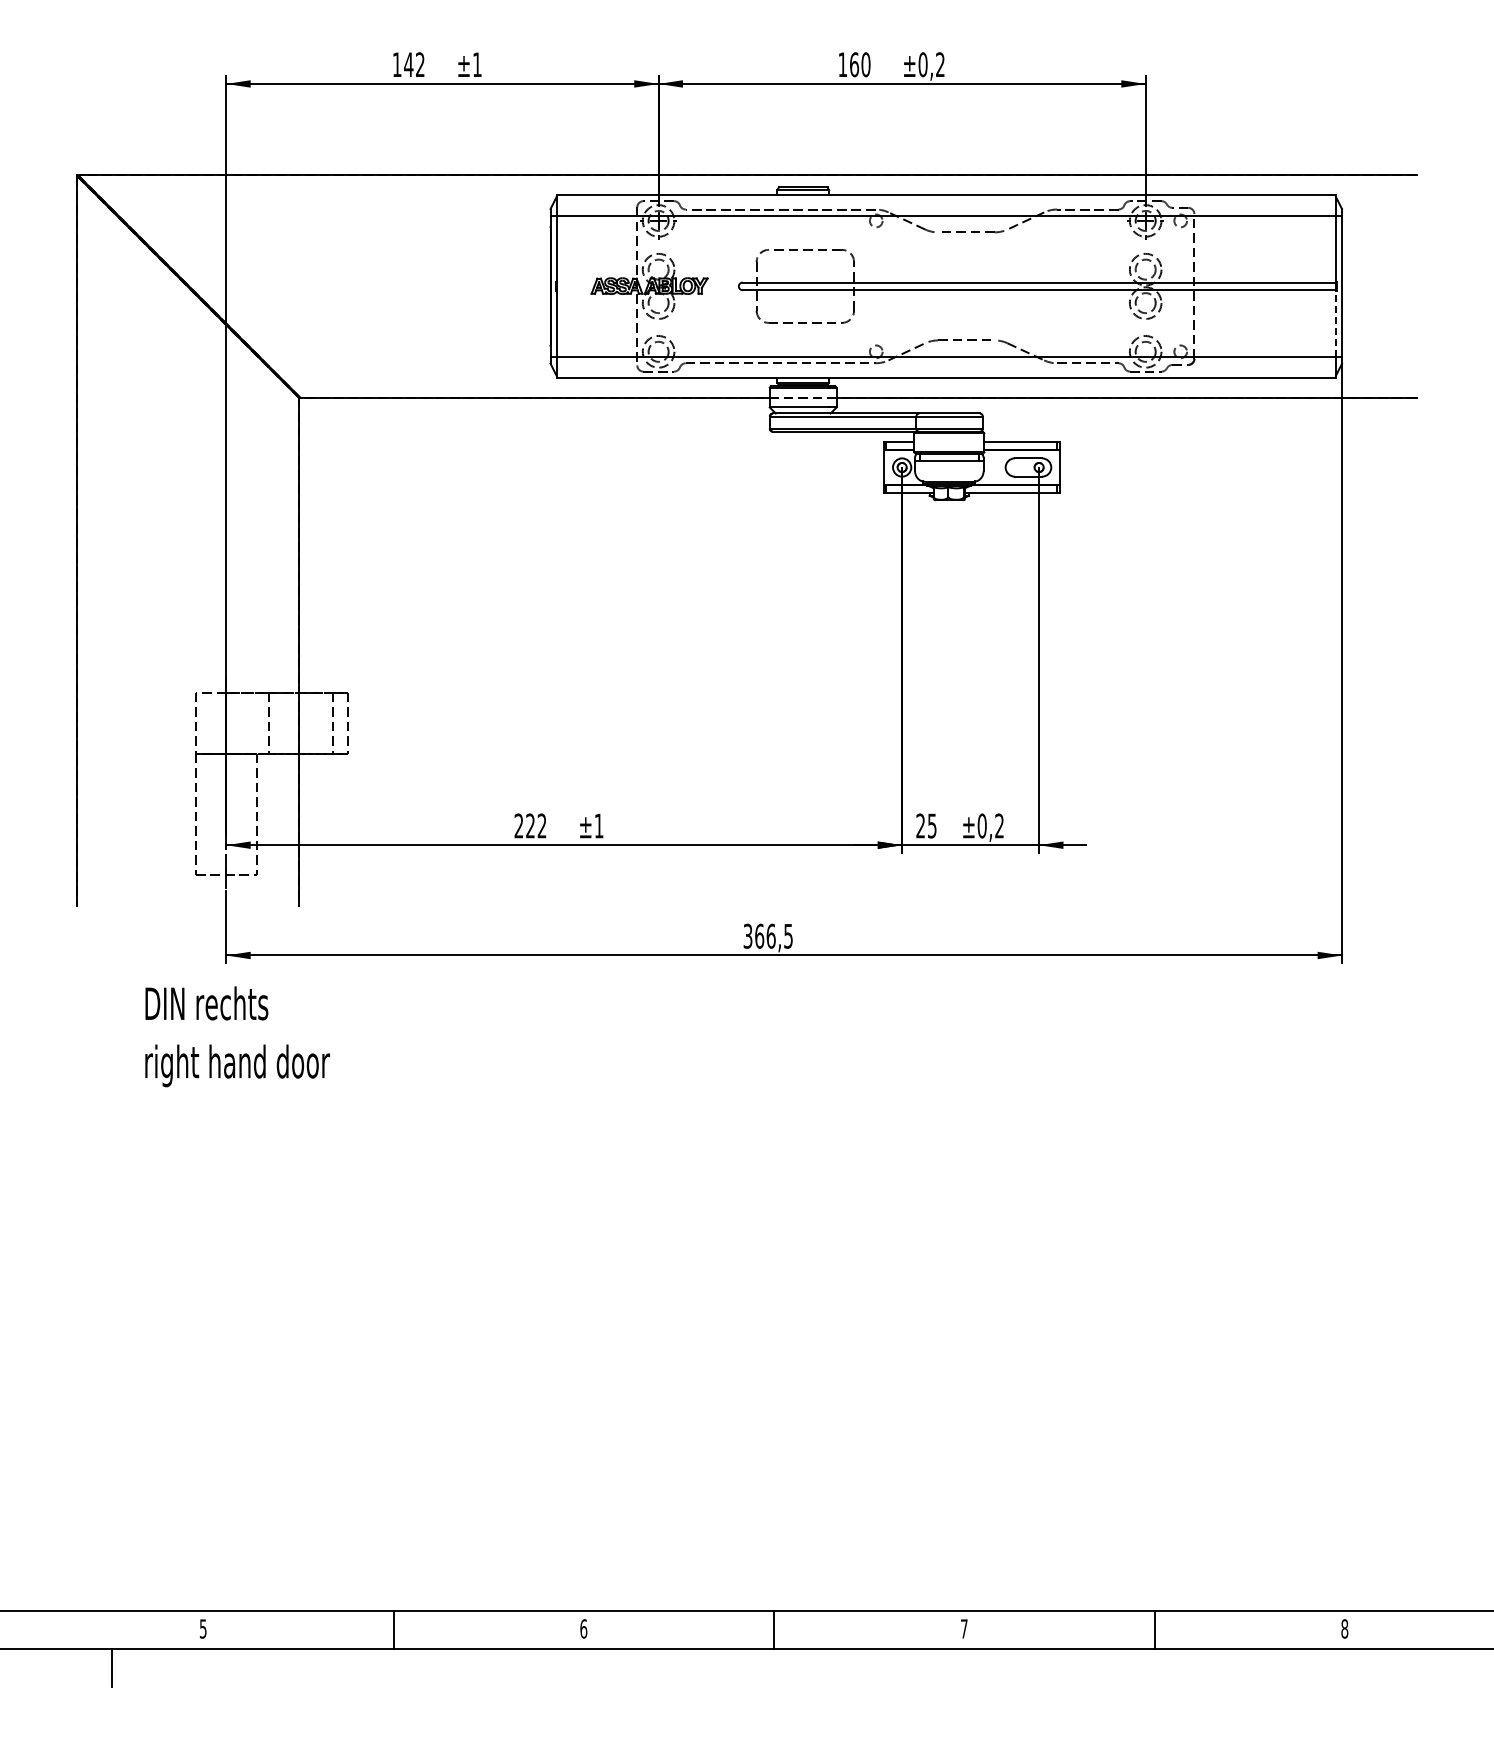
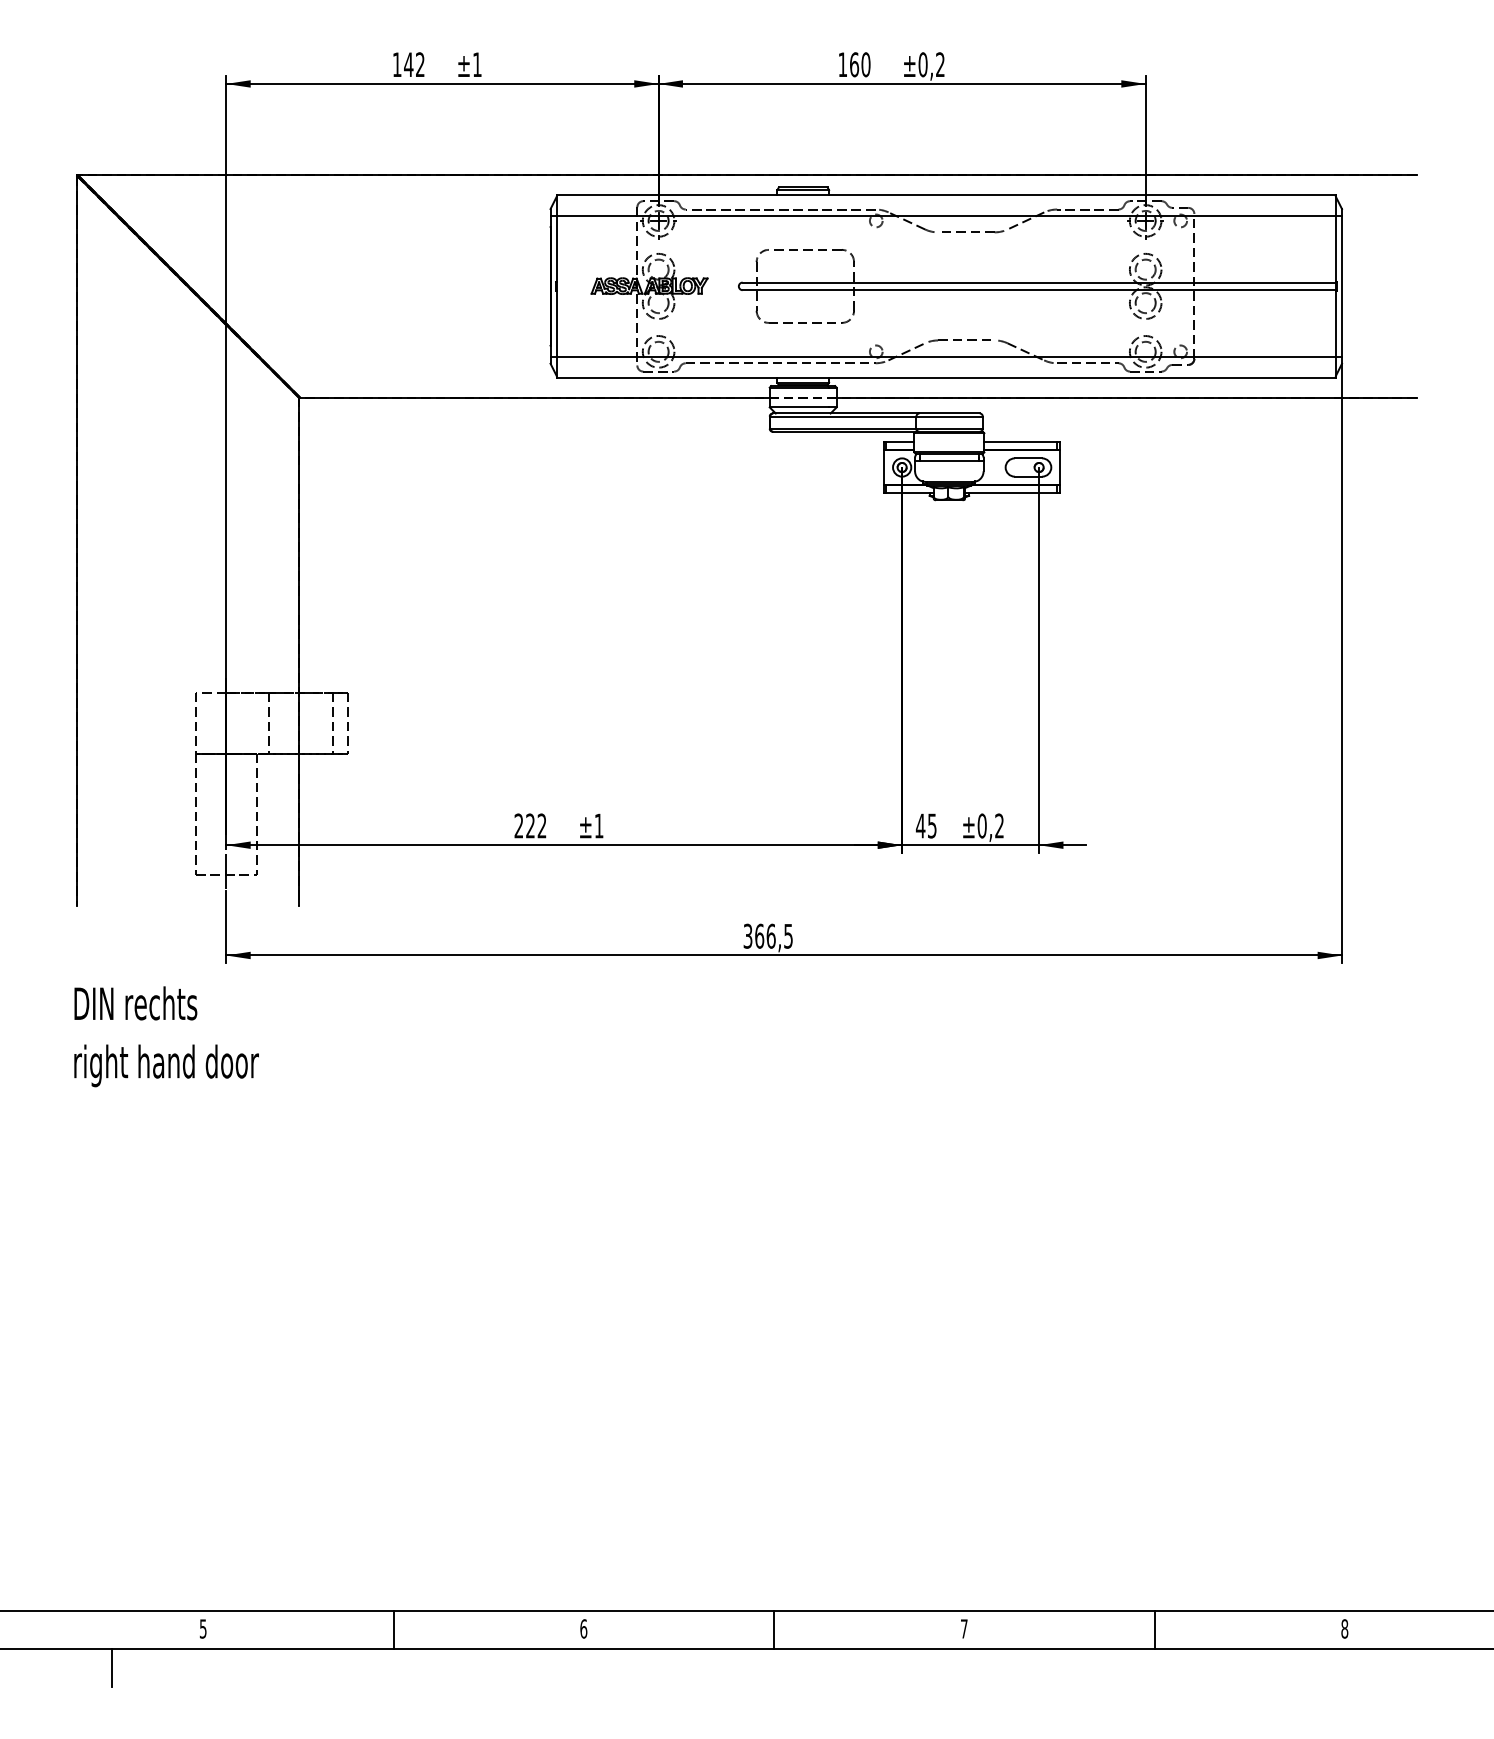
line at (1335, 322): dashed -> solid
text at (920, 825): 25 -> 45
text at (237, 1036) position: (237, 1036) -> (166, 1036)
